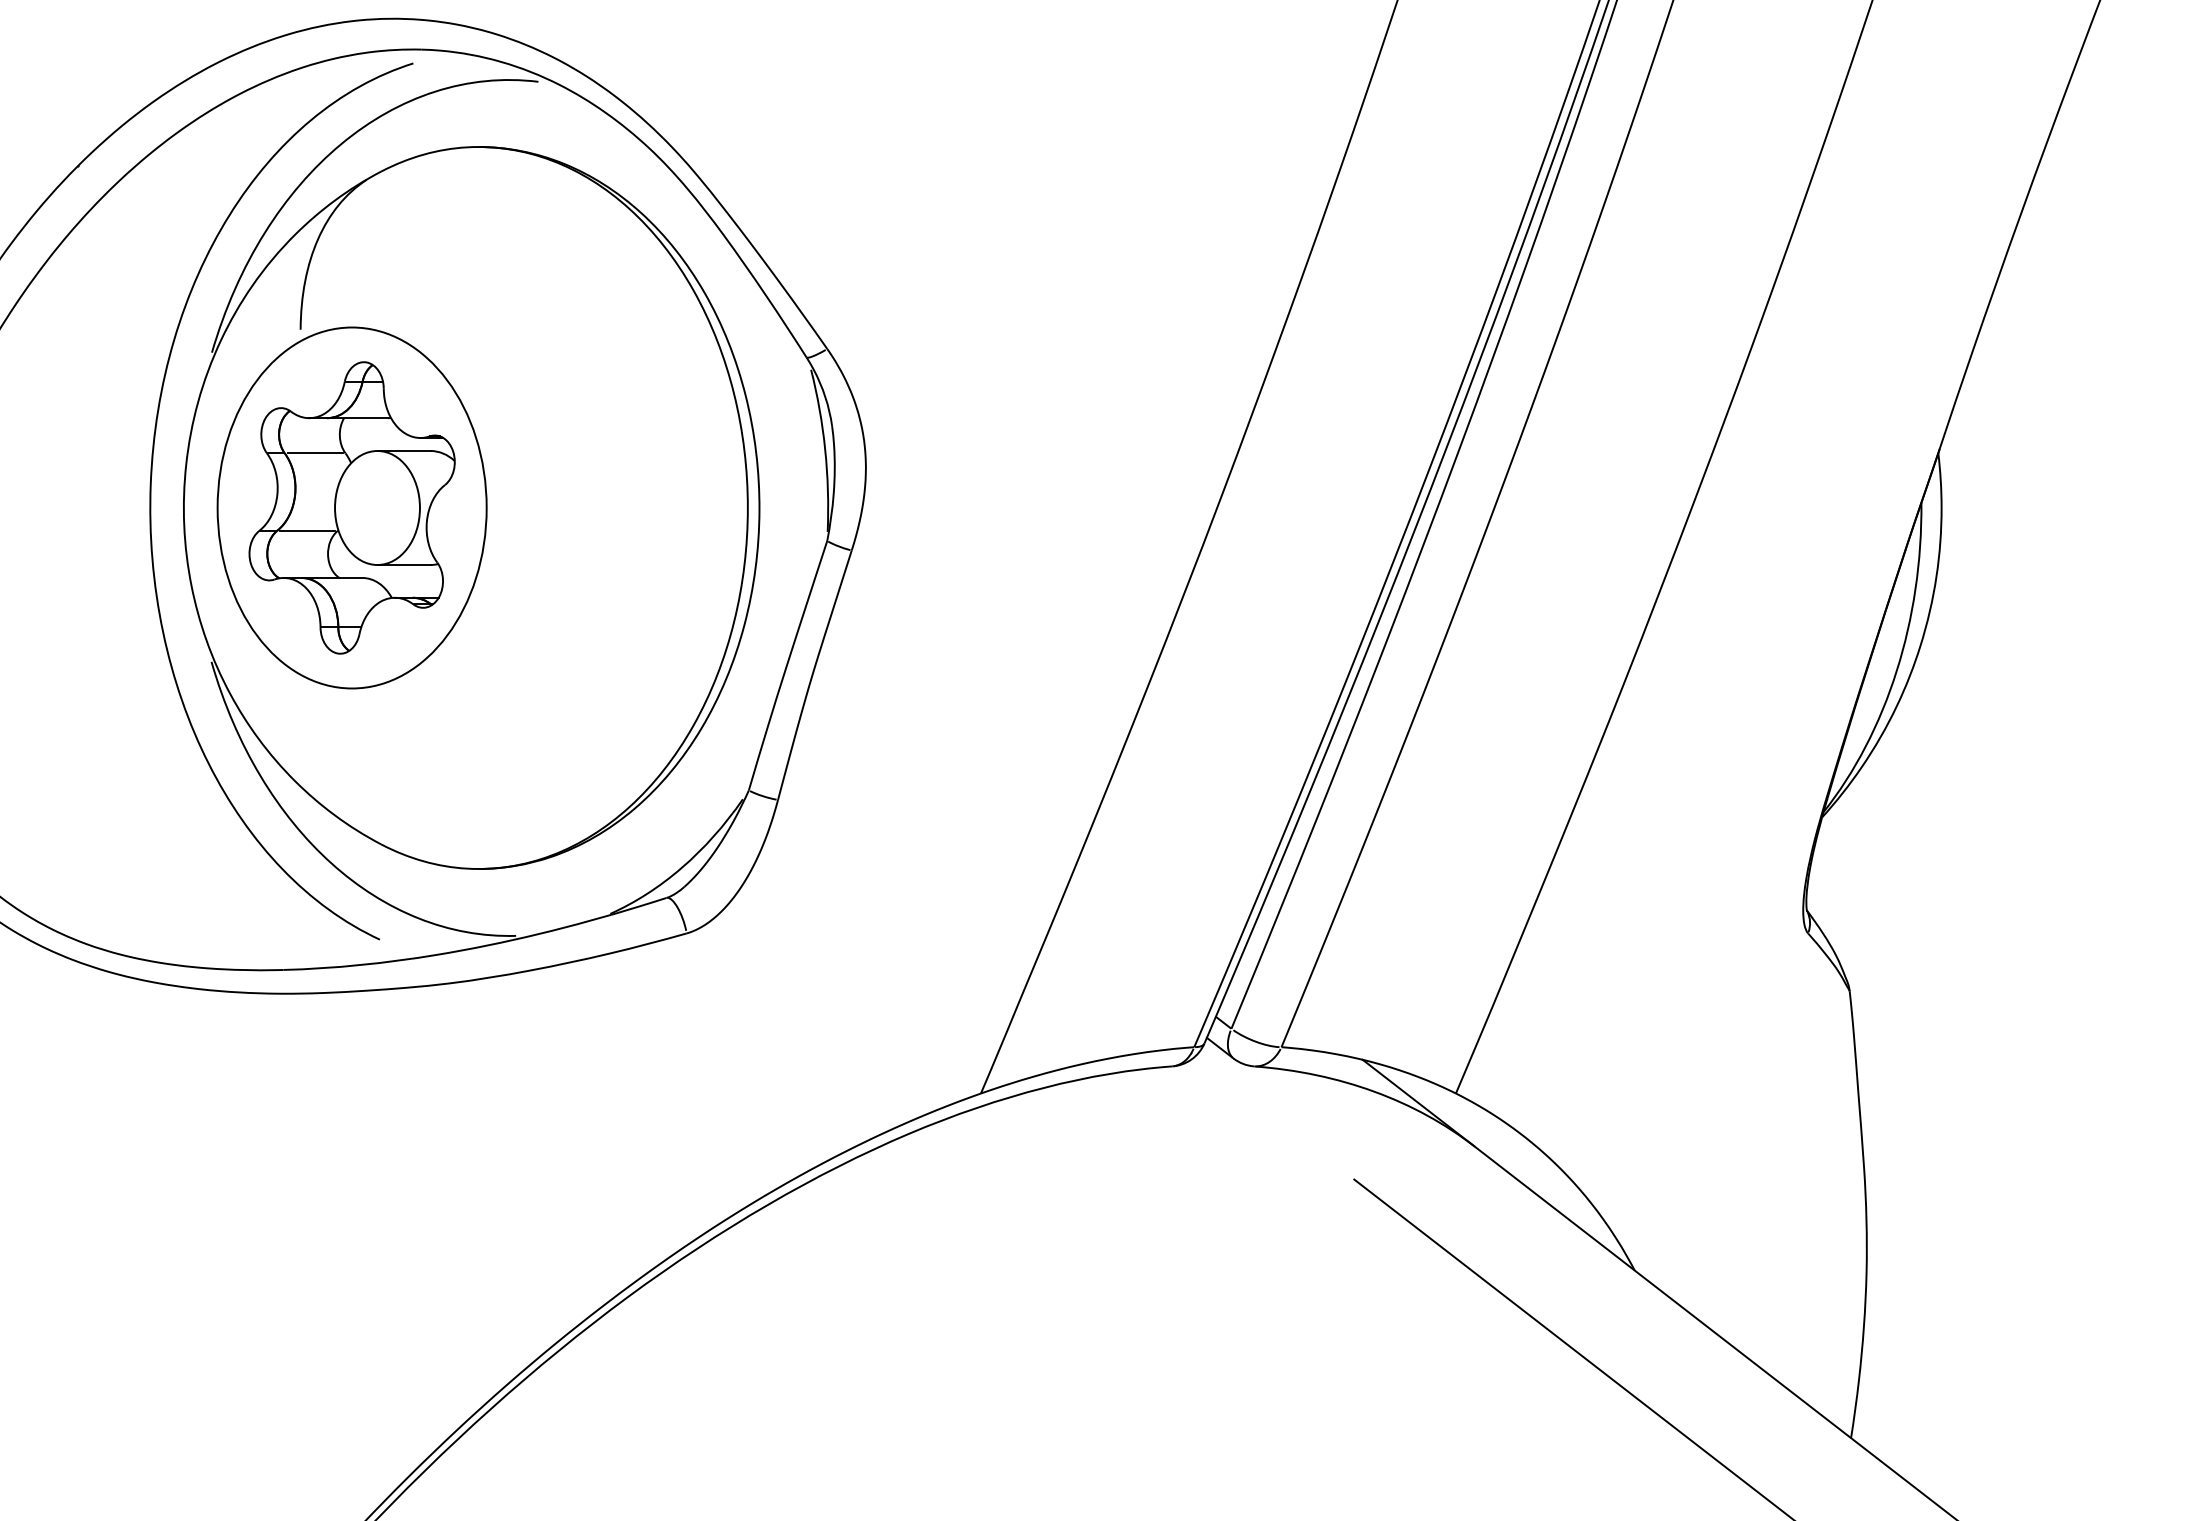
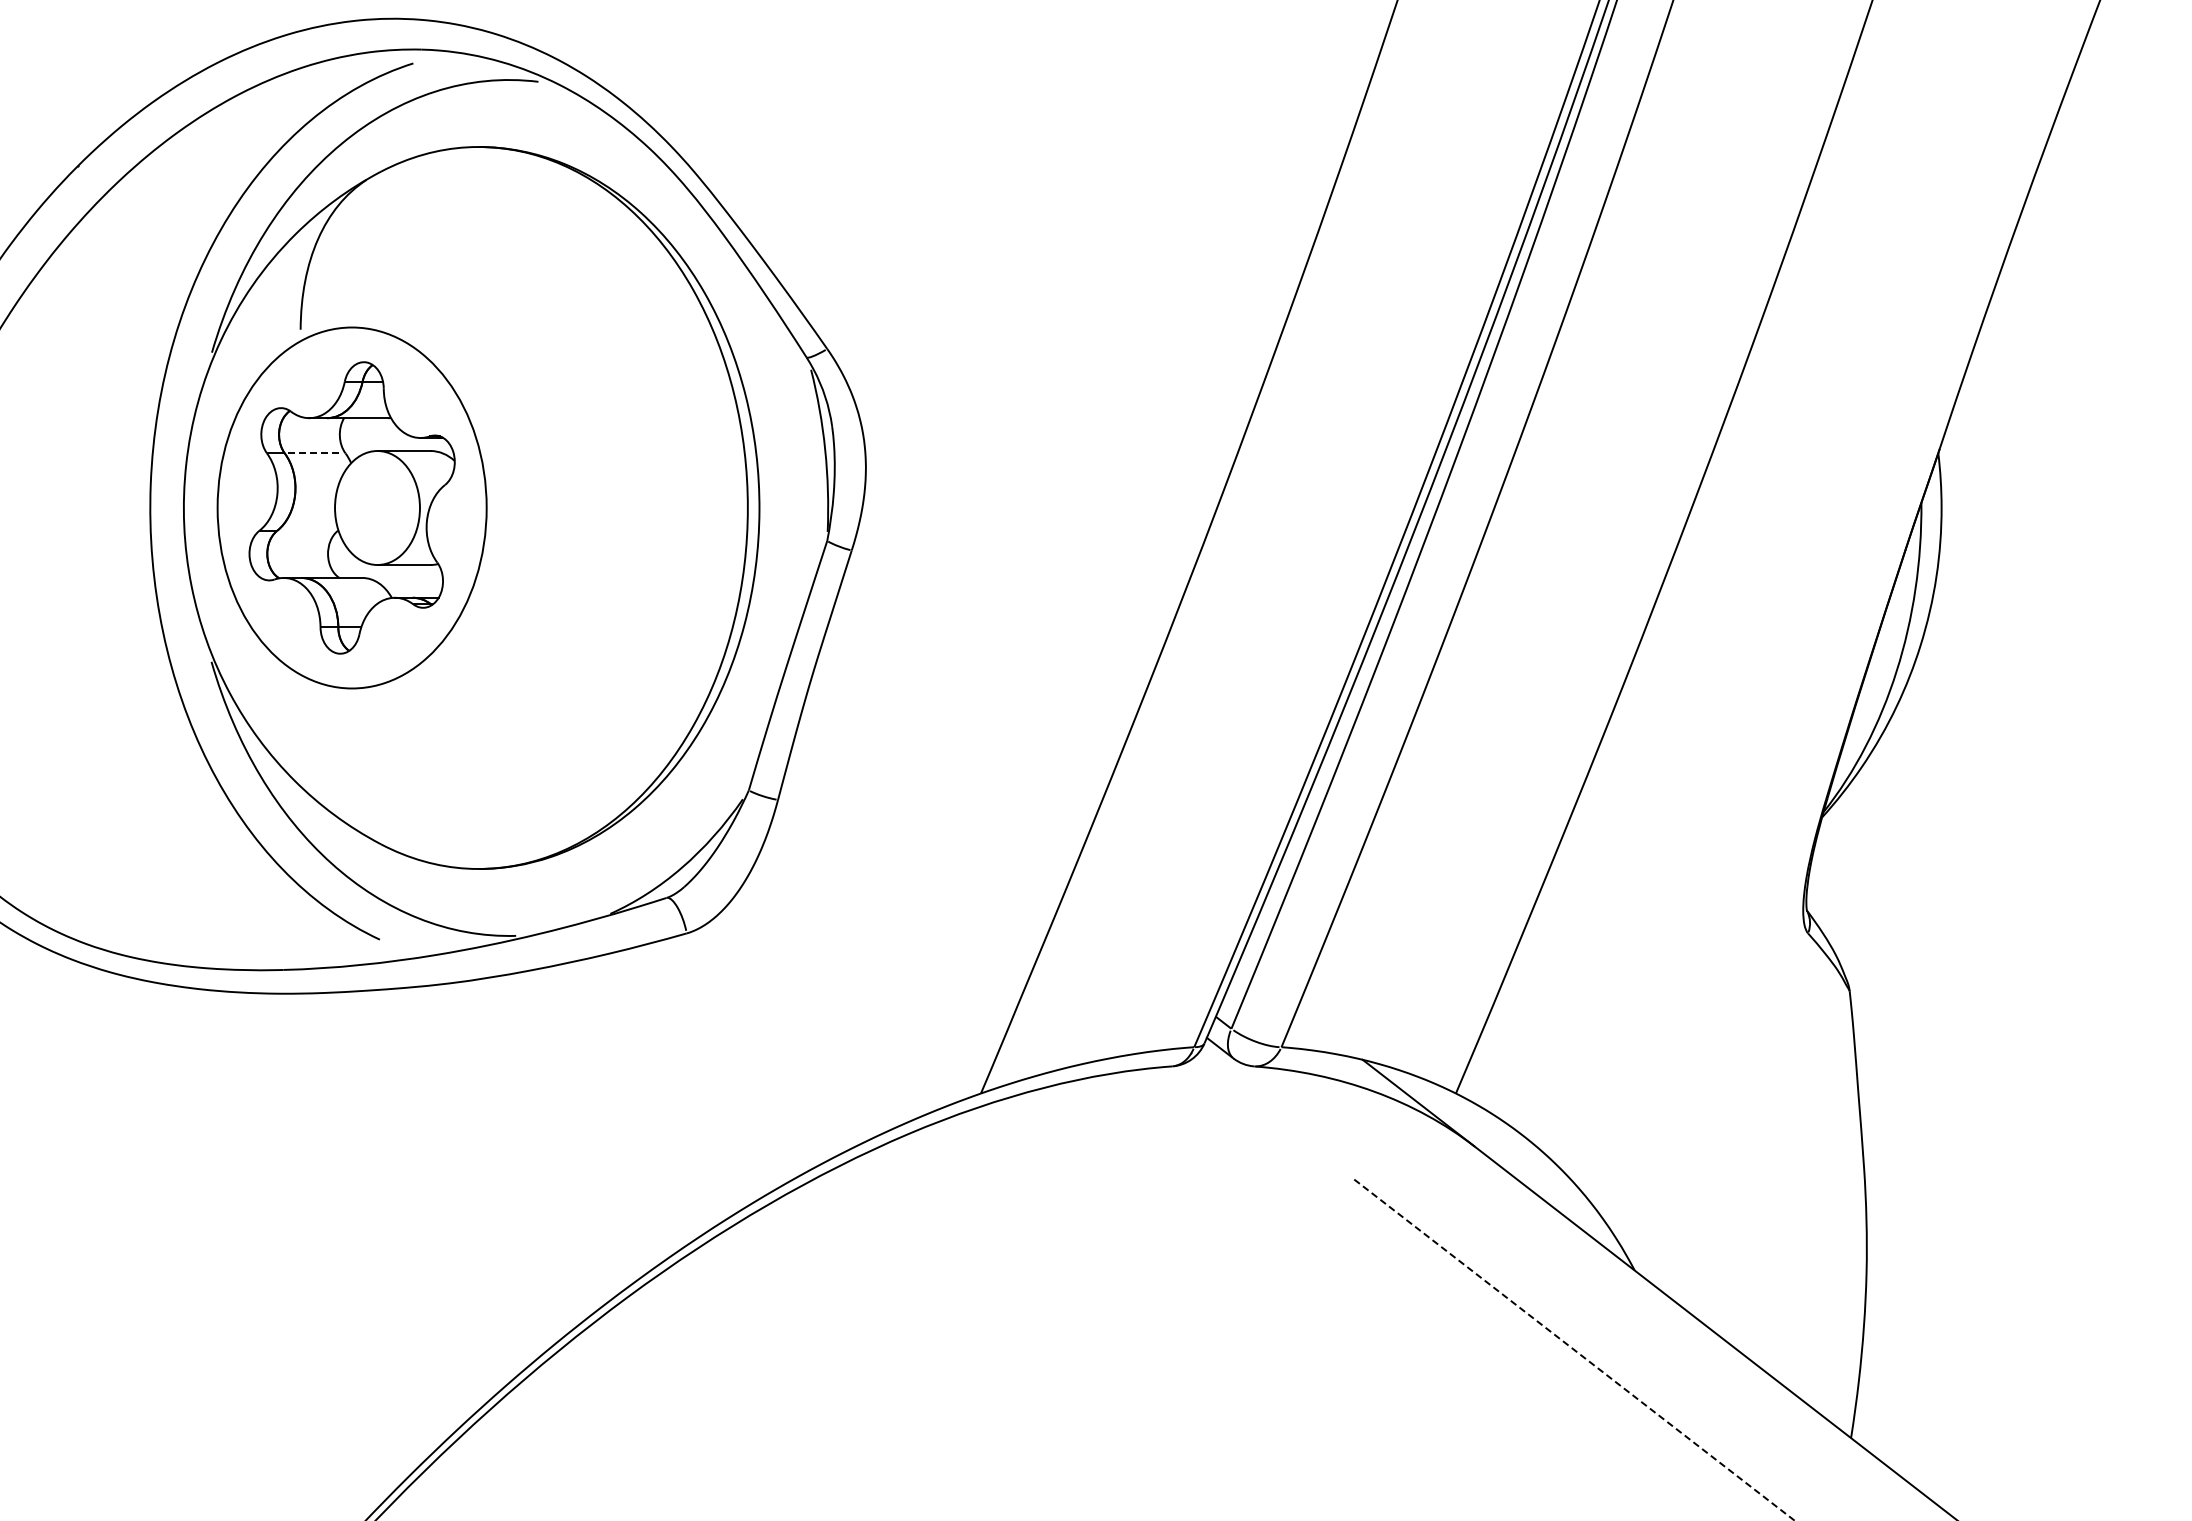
line at (315, 453): solid -> dashed
line at (307, 530): present -> none
line at (1574, 1350): solid -> dashed
